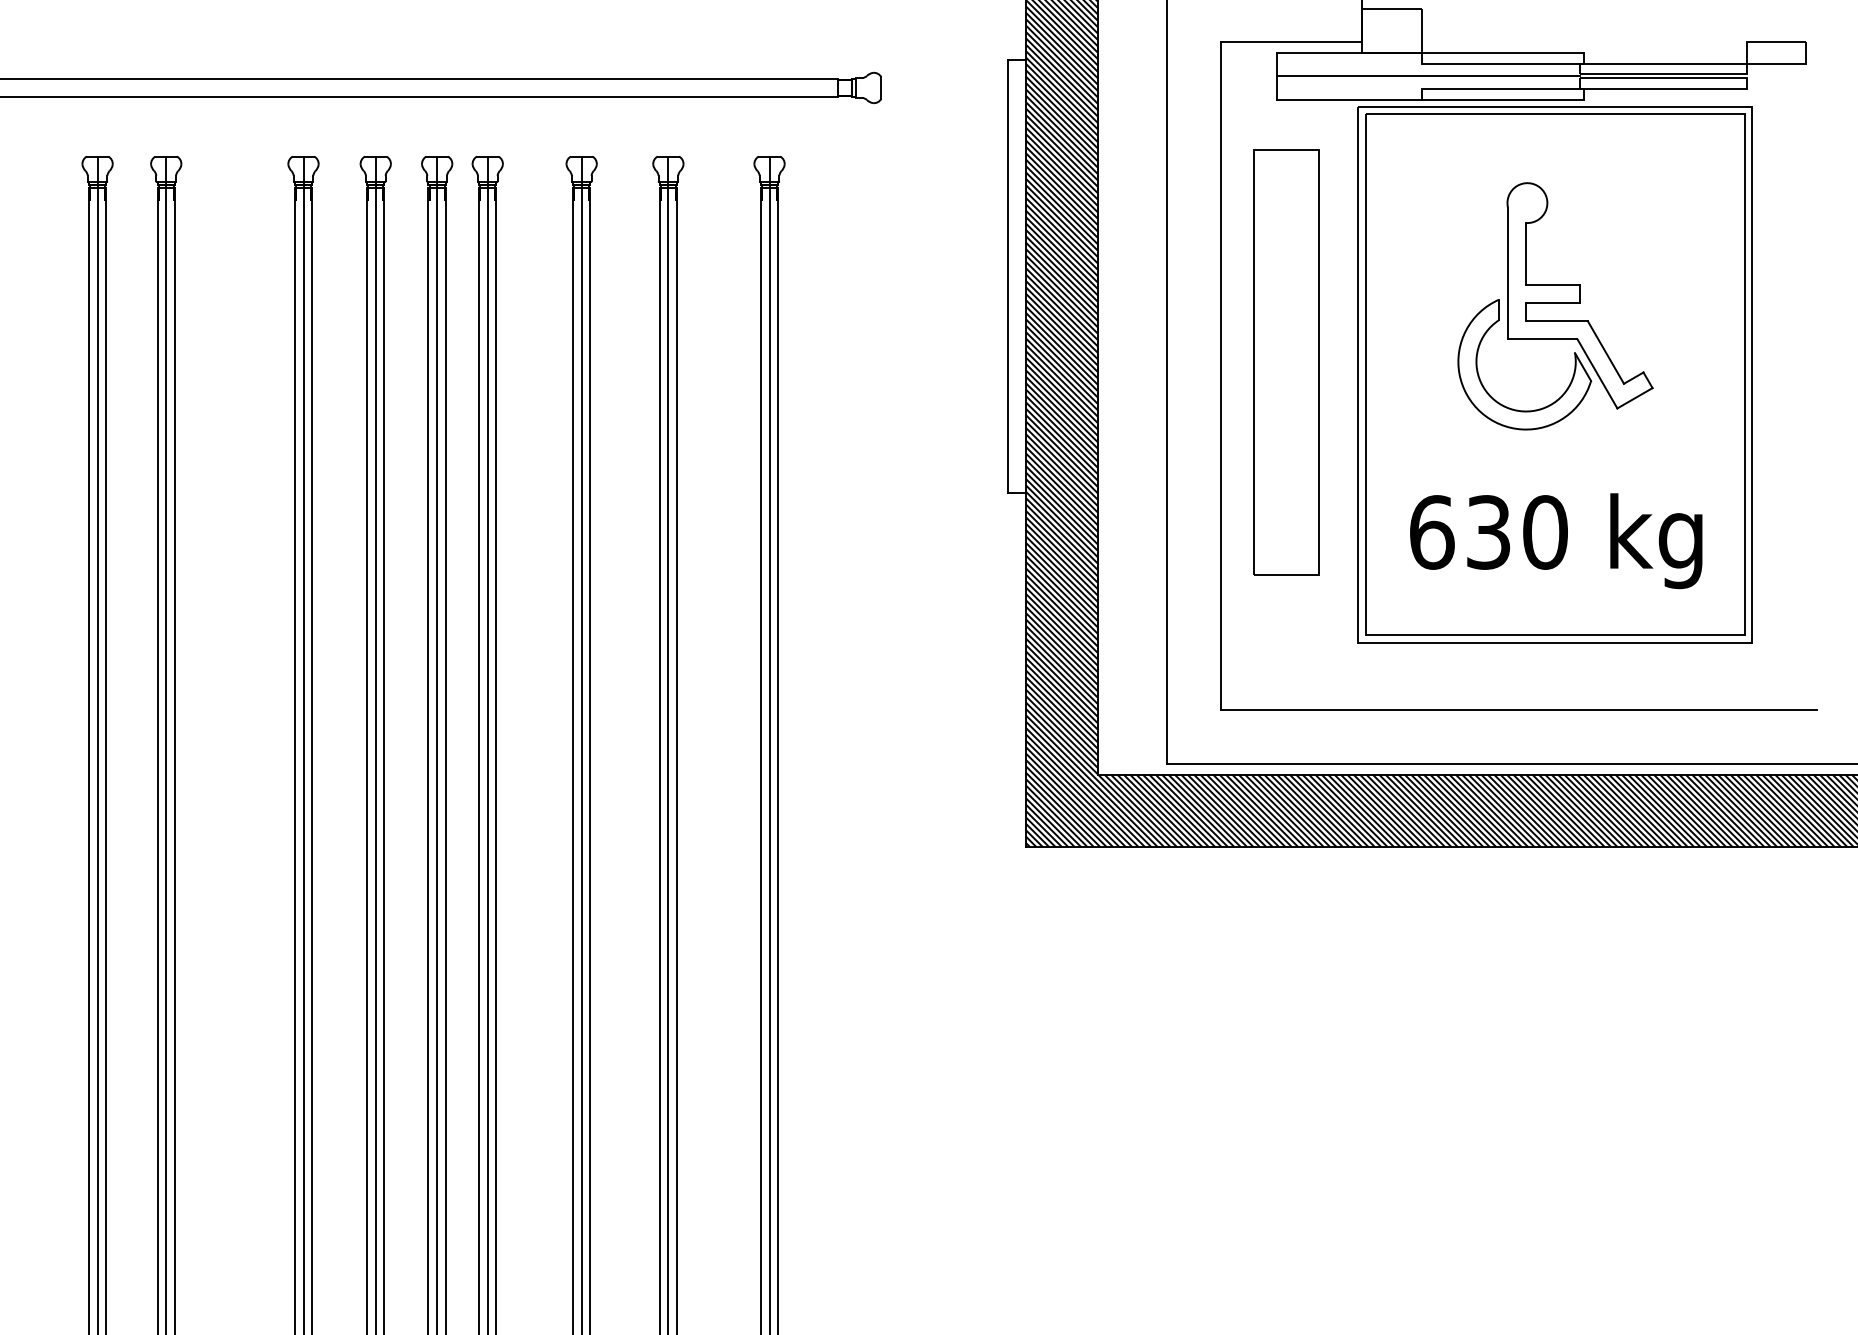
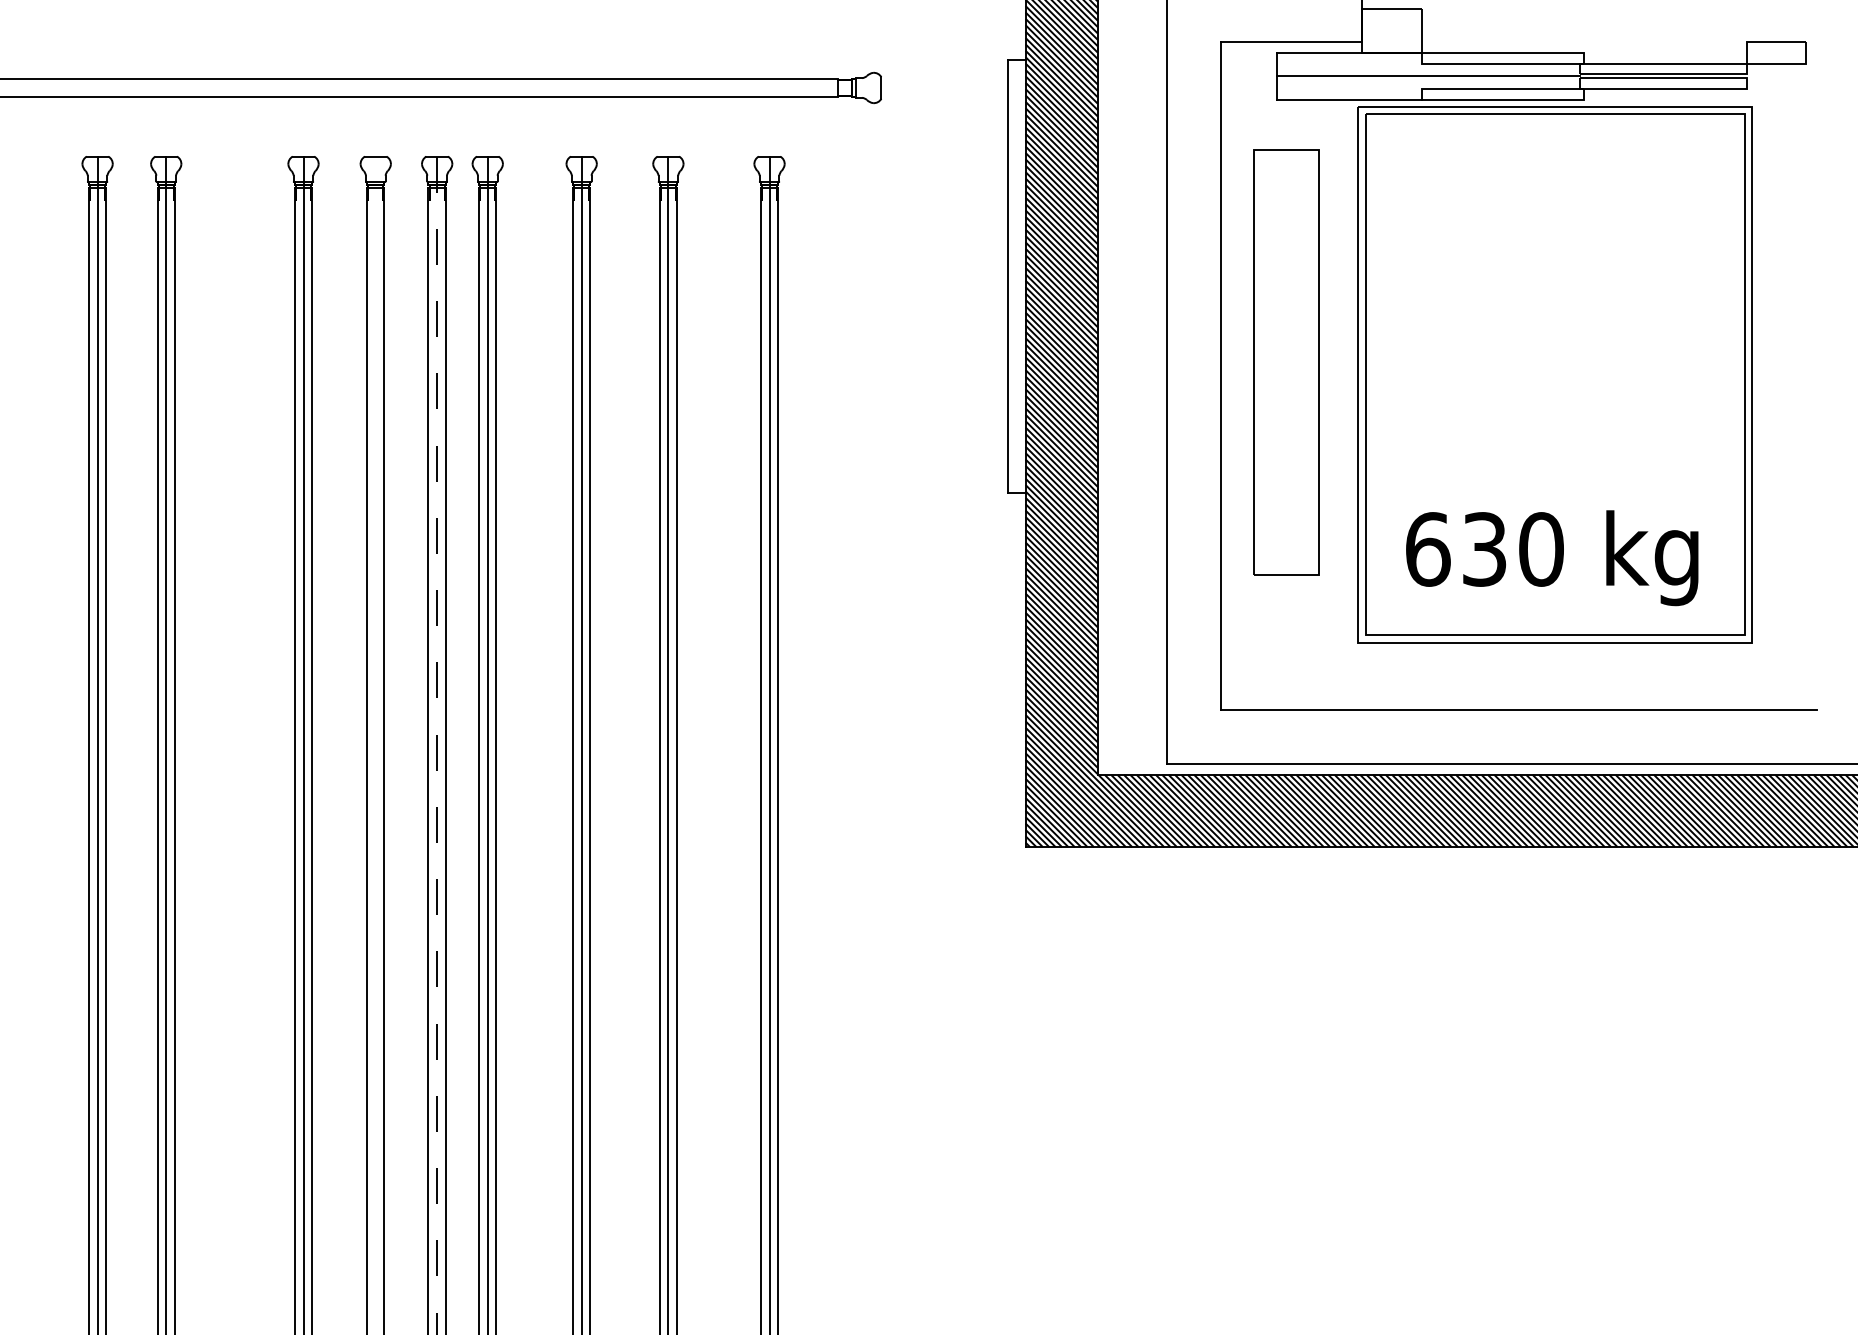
part at (1555, 306): present -> none
text at (1556, 541) position: (1556, 541) -> (1552, 558)
line at (375, 743): present -> none
line at (437, 745): solid -> dashed
